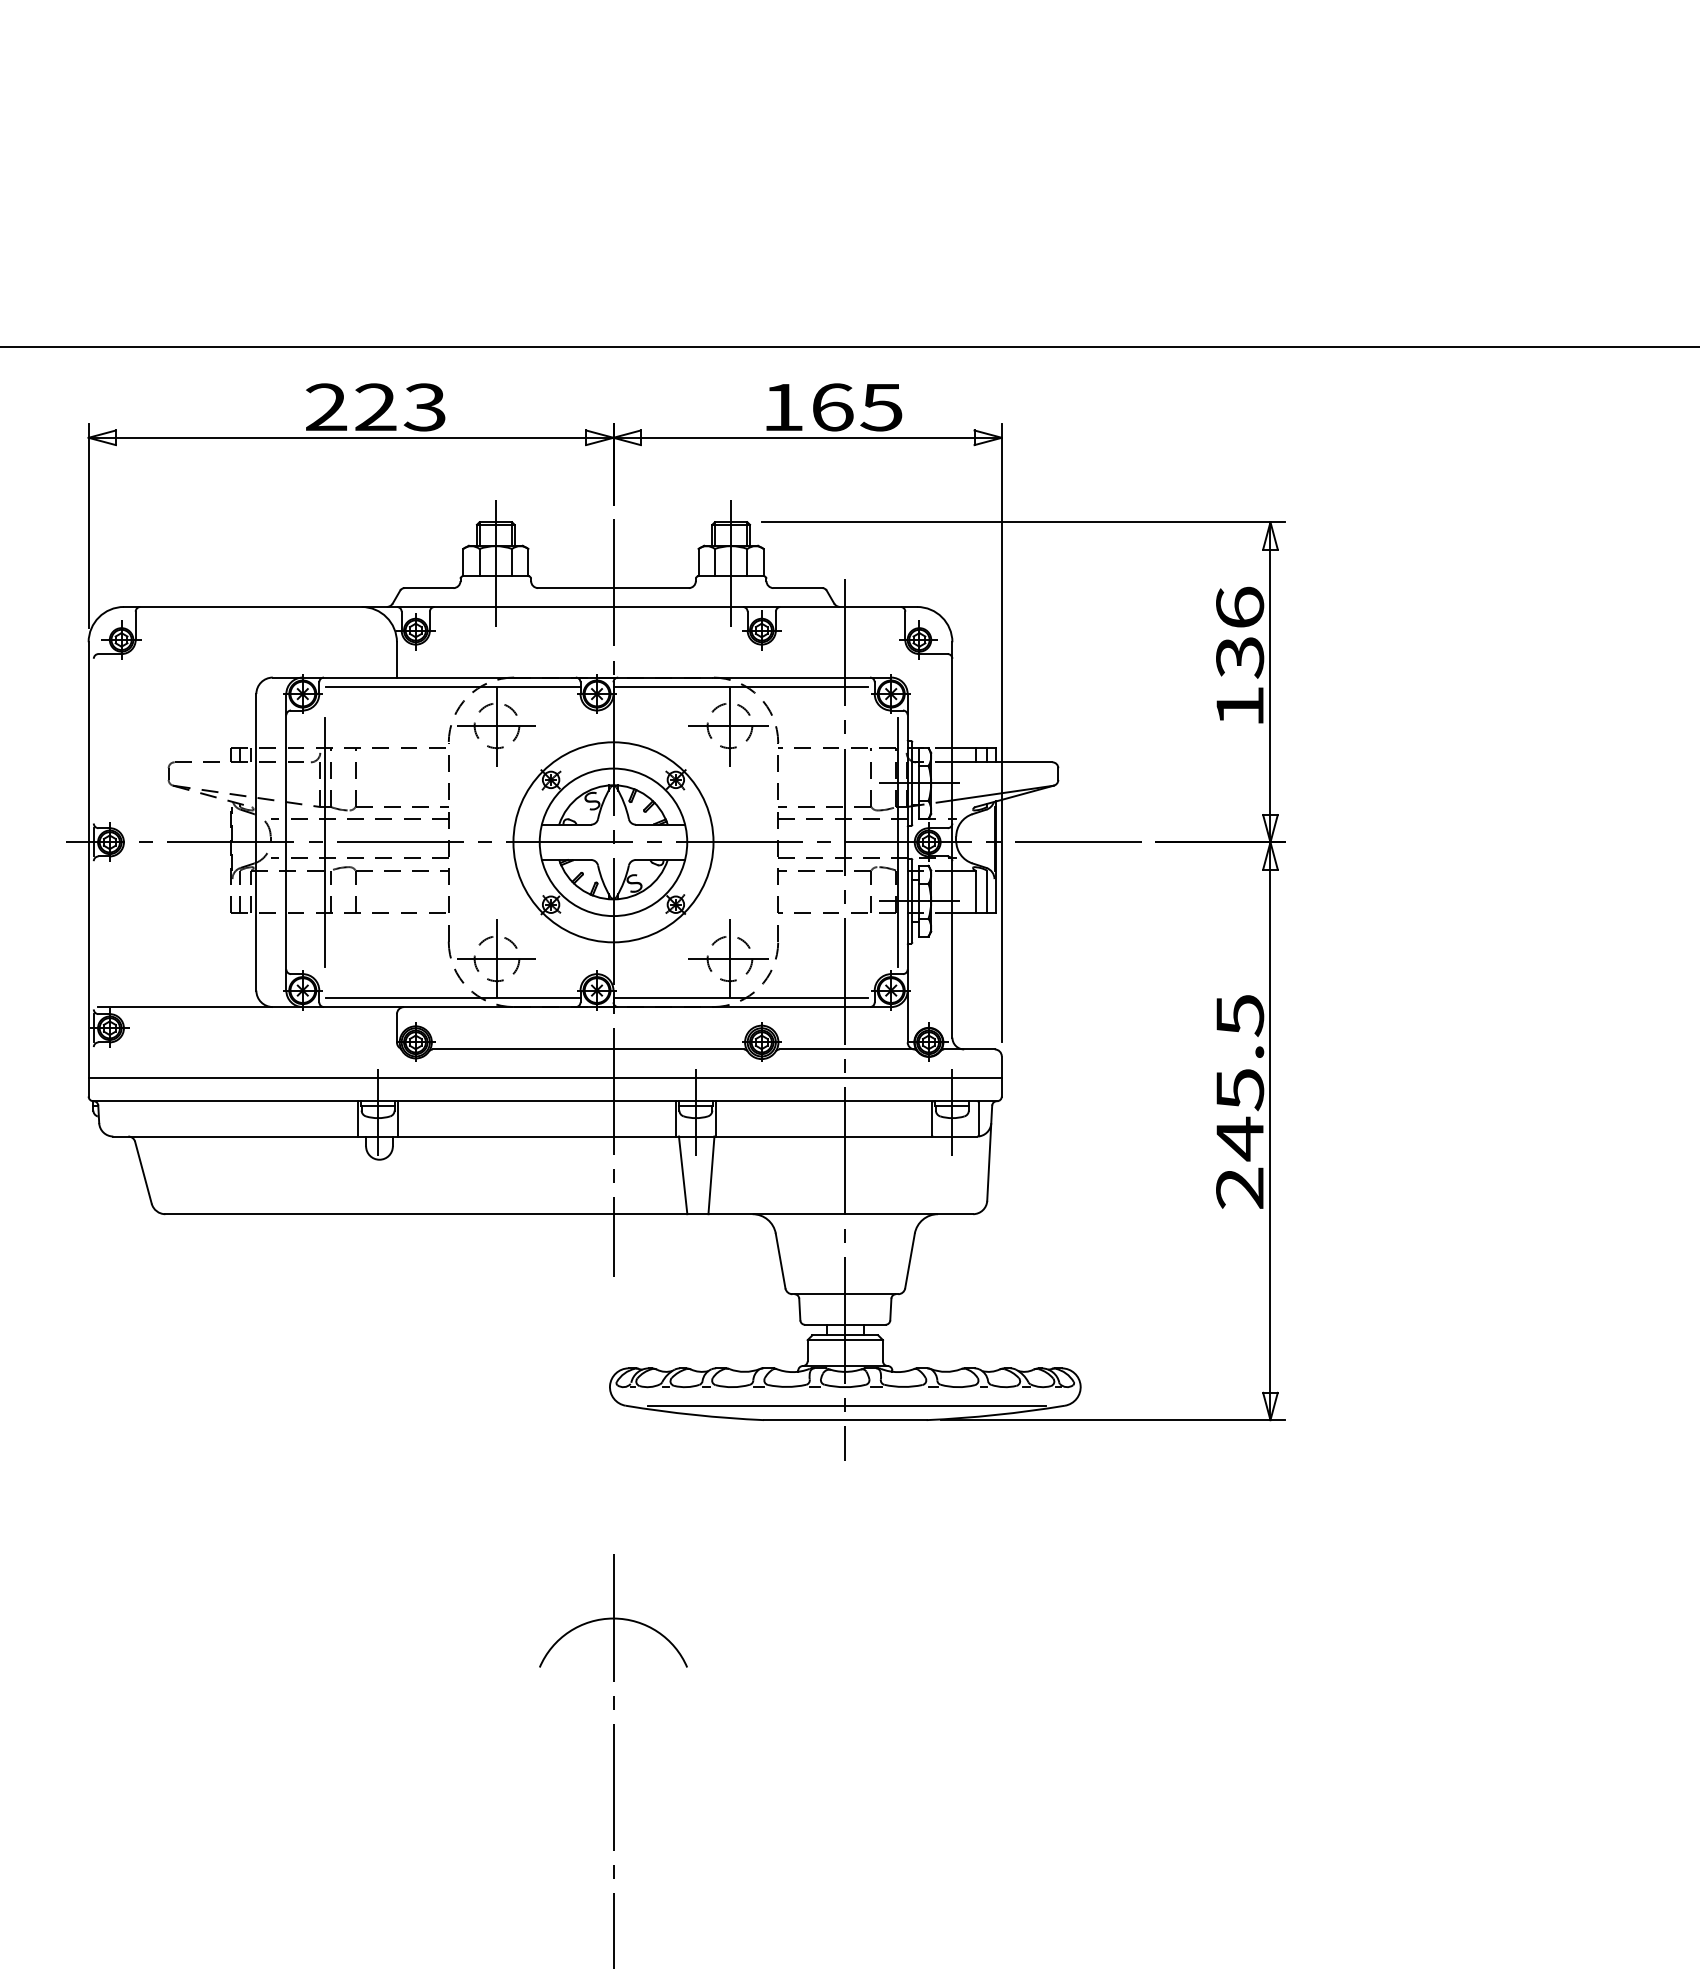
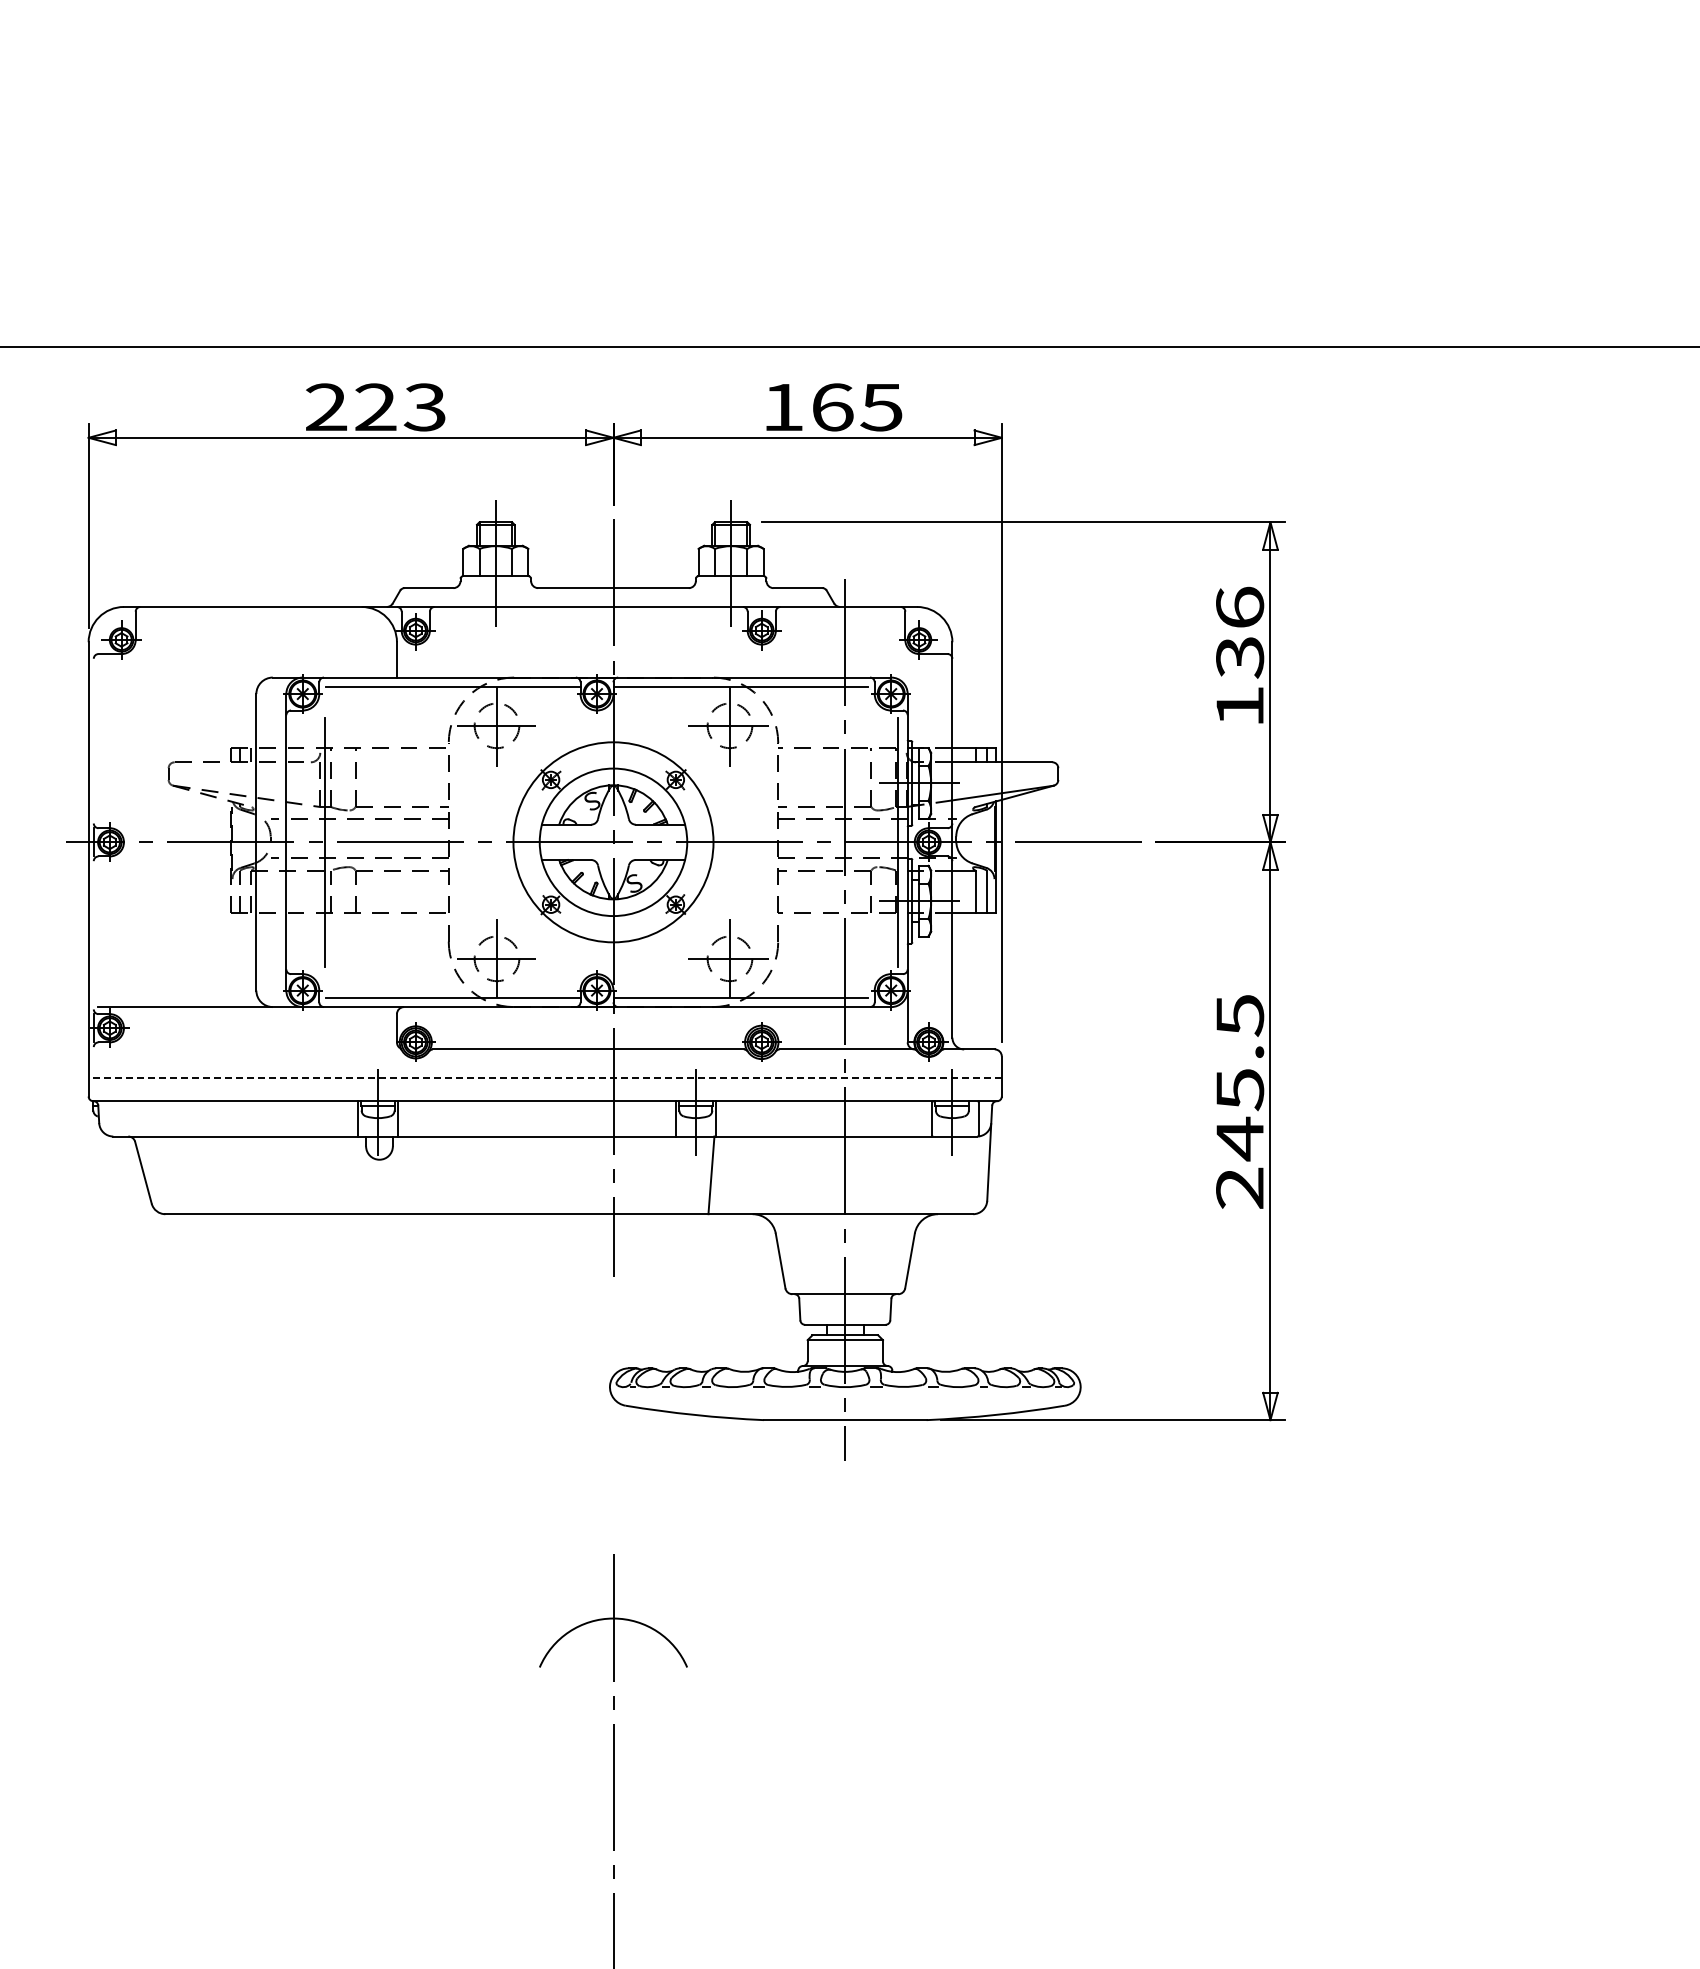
line at (545, 1077): solid -> dashed
line at (682, 1175): present -> none
line at (846, 1406): present -> none
